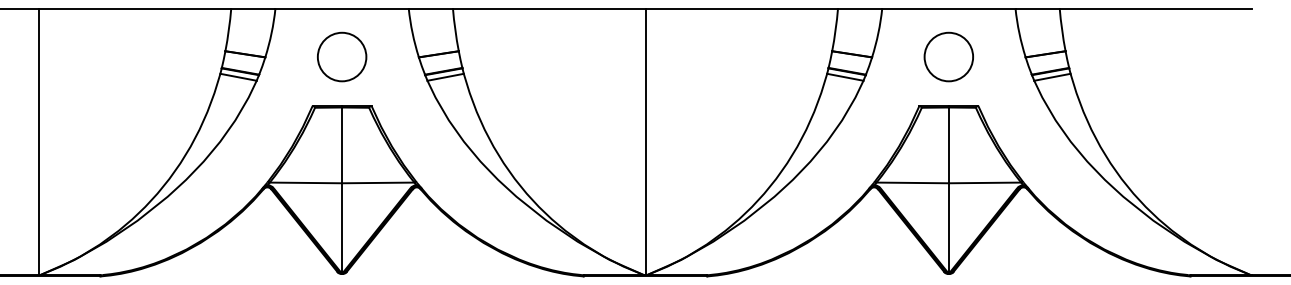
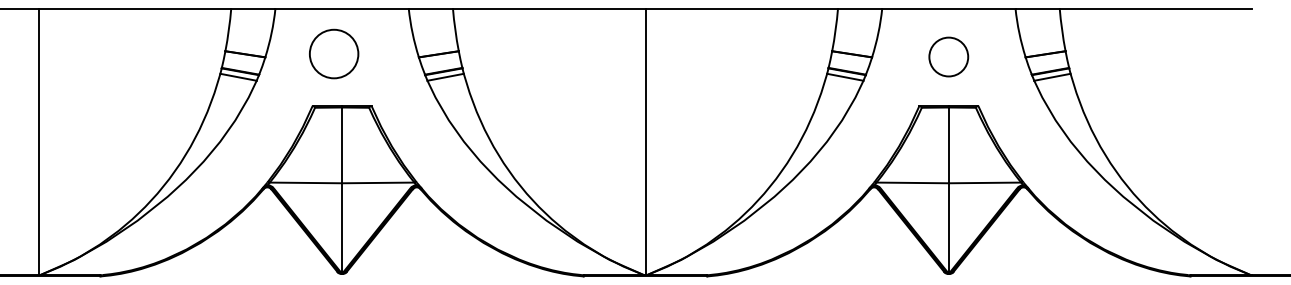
circle at (342, 56) position: (342, 56) -> (334, 53)
circle at (948, 56) size: 51x52 px -> 42x42 px
